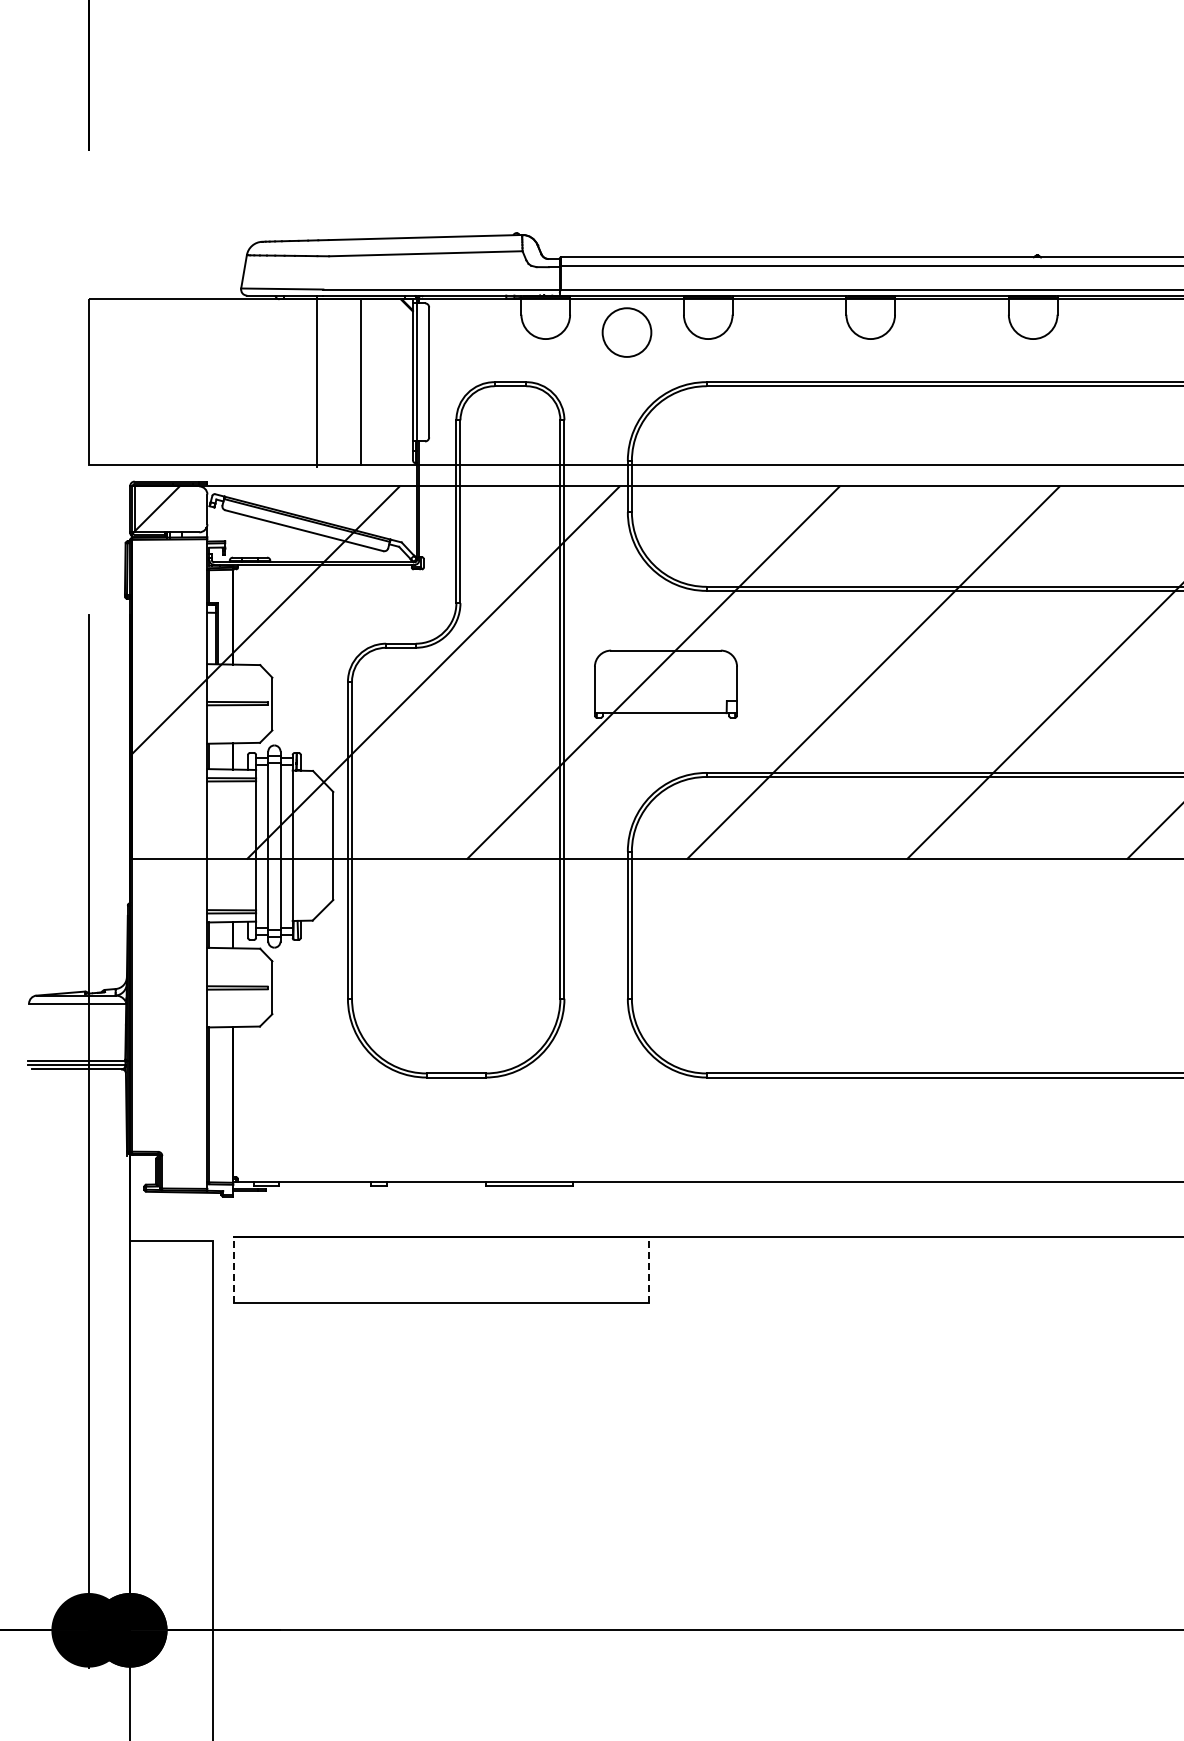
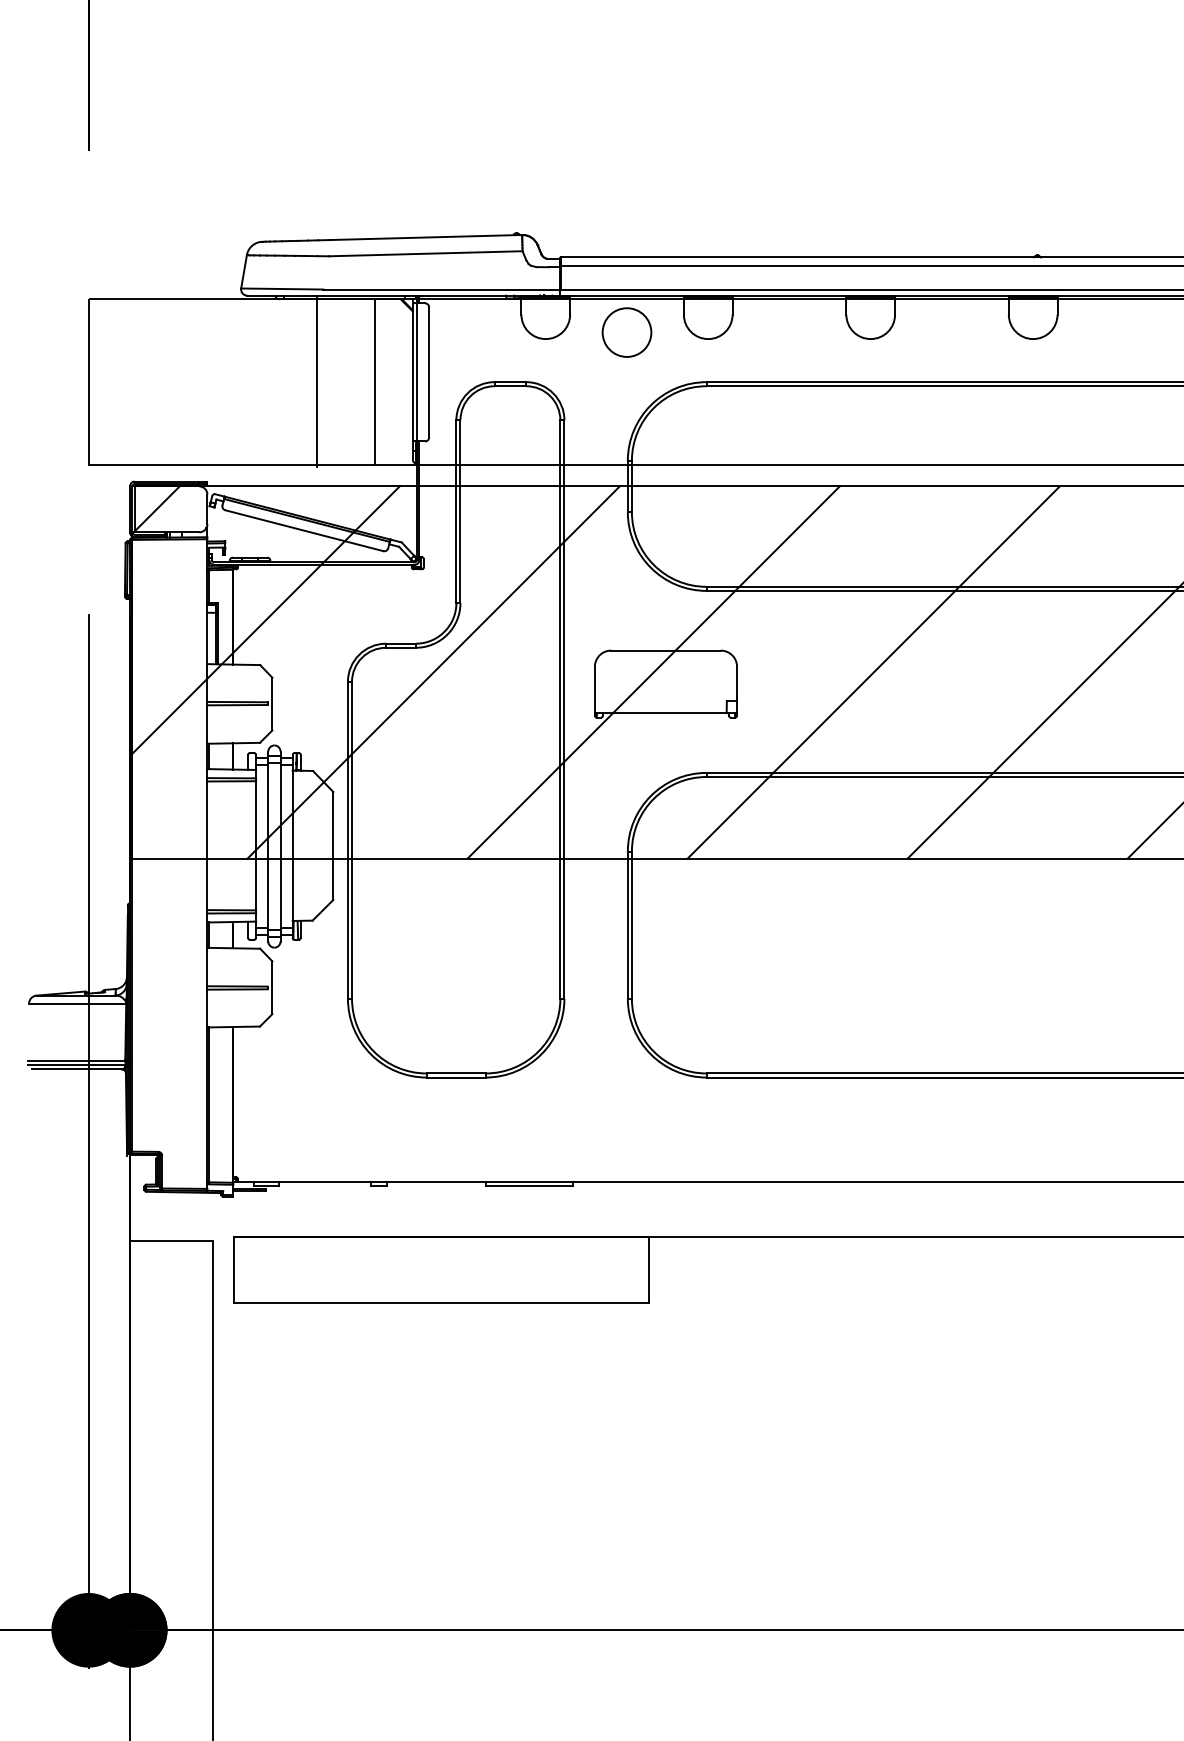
line at (361, 382) position: (361, 382) -> (375, 382)
line at (233, 1269): dashed -> solid
line at (648, 1269): dashed -> solid
